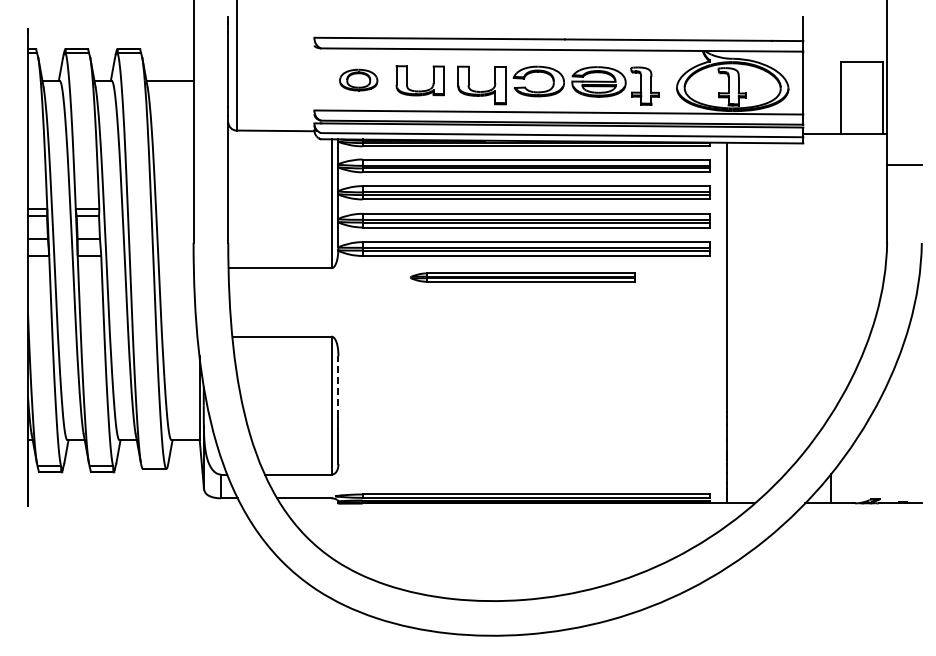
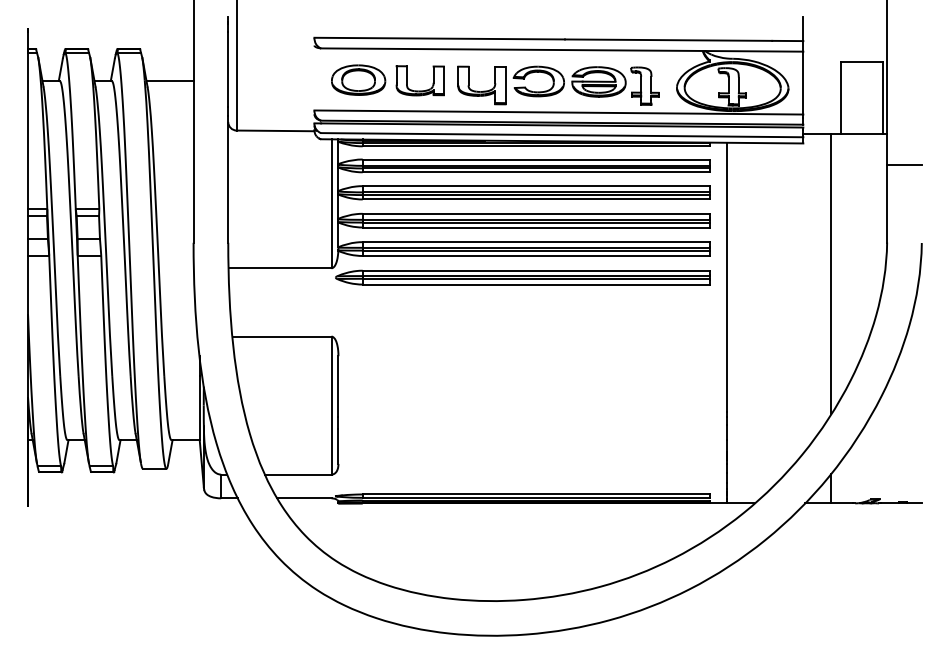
part at (358, 79) size: 40x24 px -> 56x32 px
line at (831, 274): none -> present
part at (522, 277) size: 227x11 px -> 376x17 px
line at (338, 385): dashed -> solid
